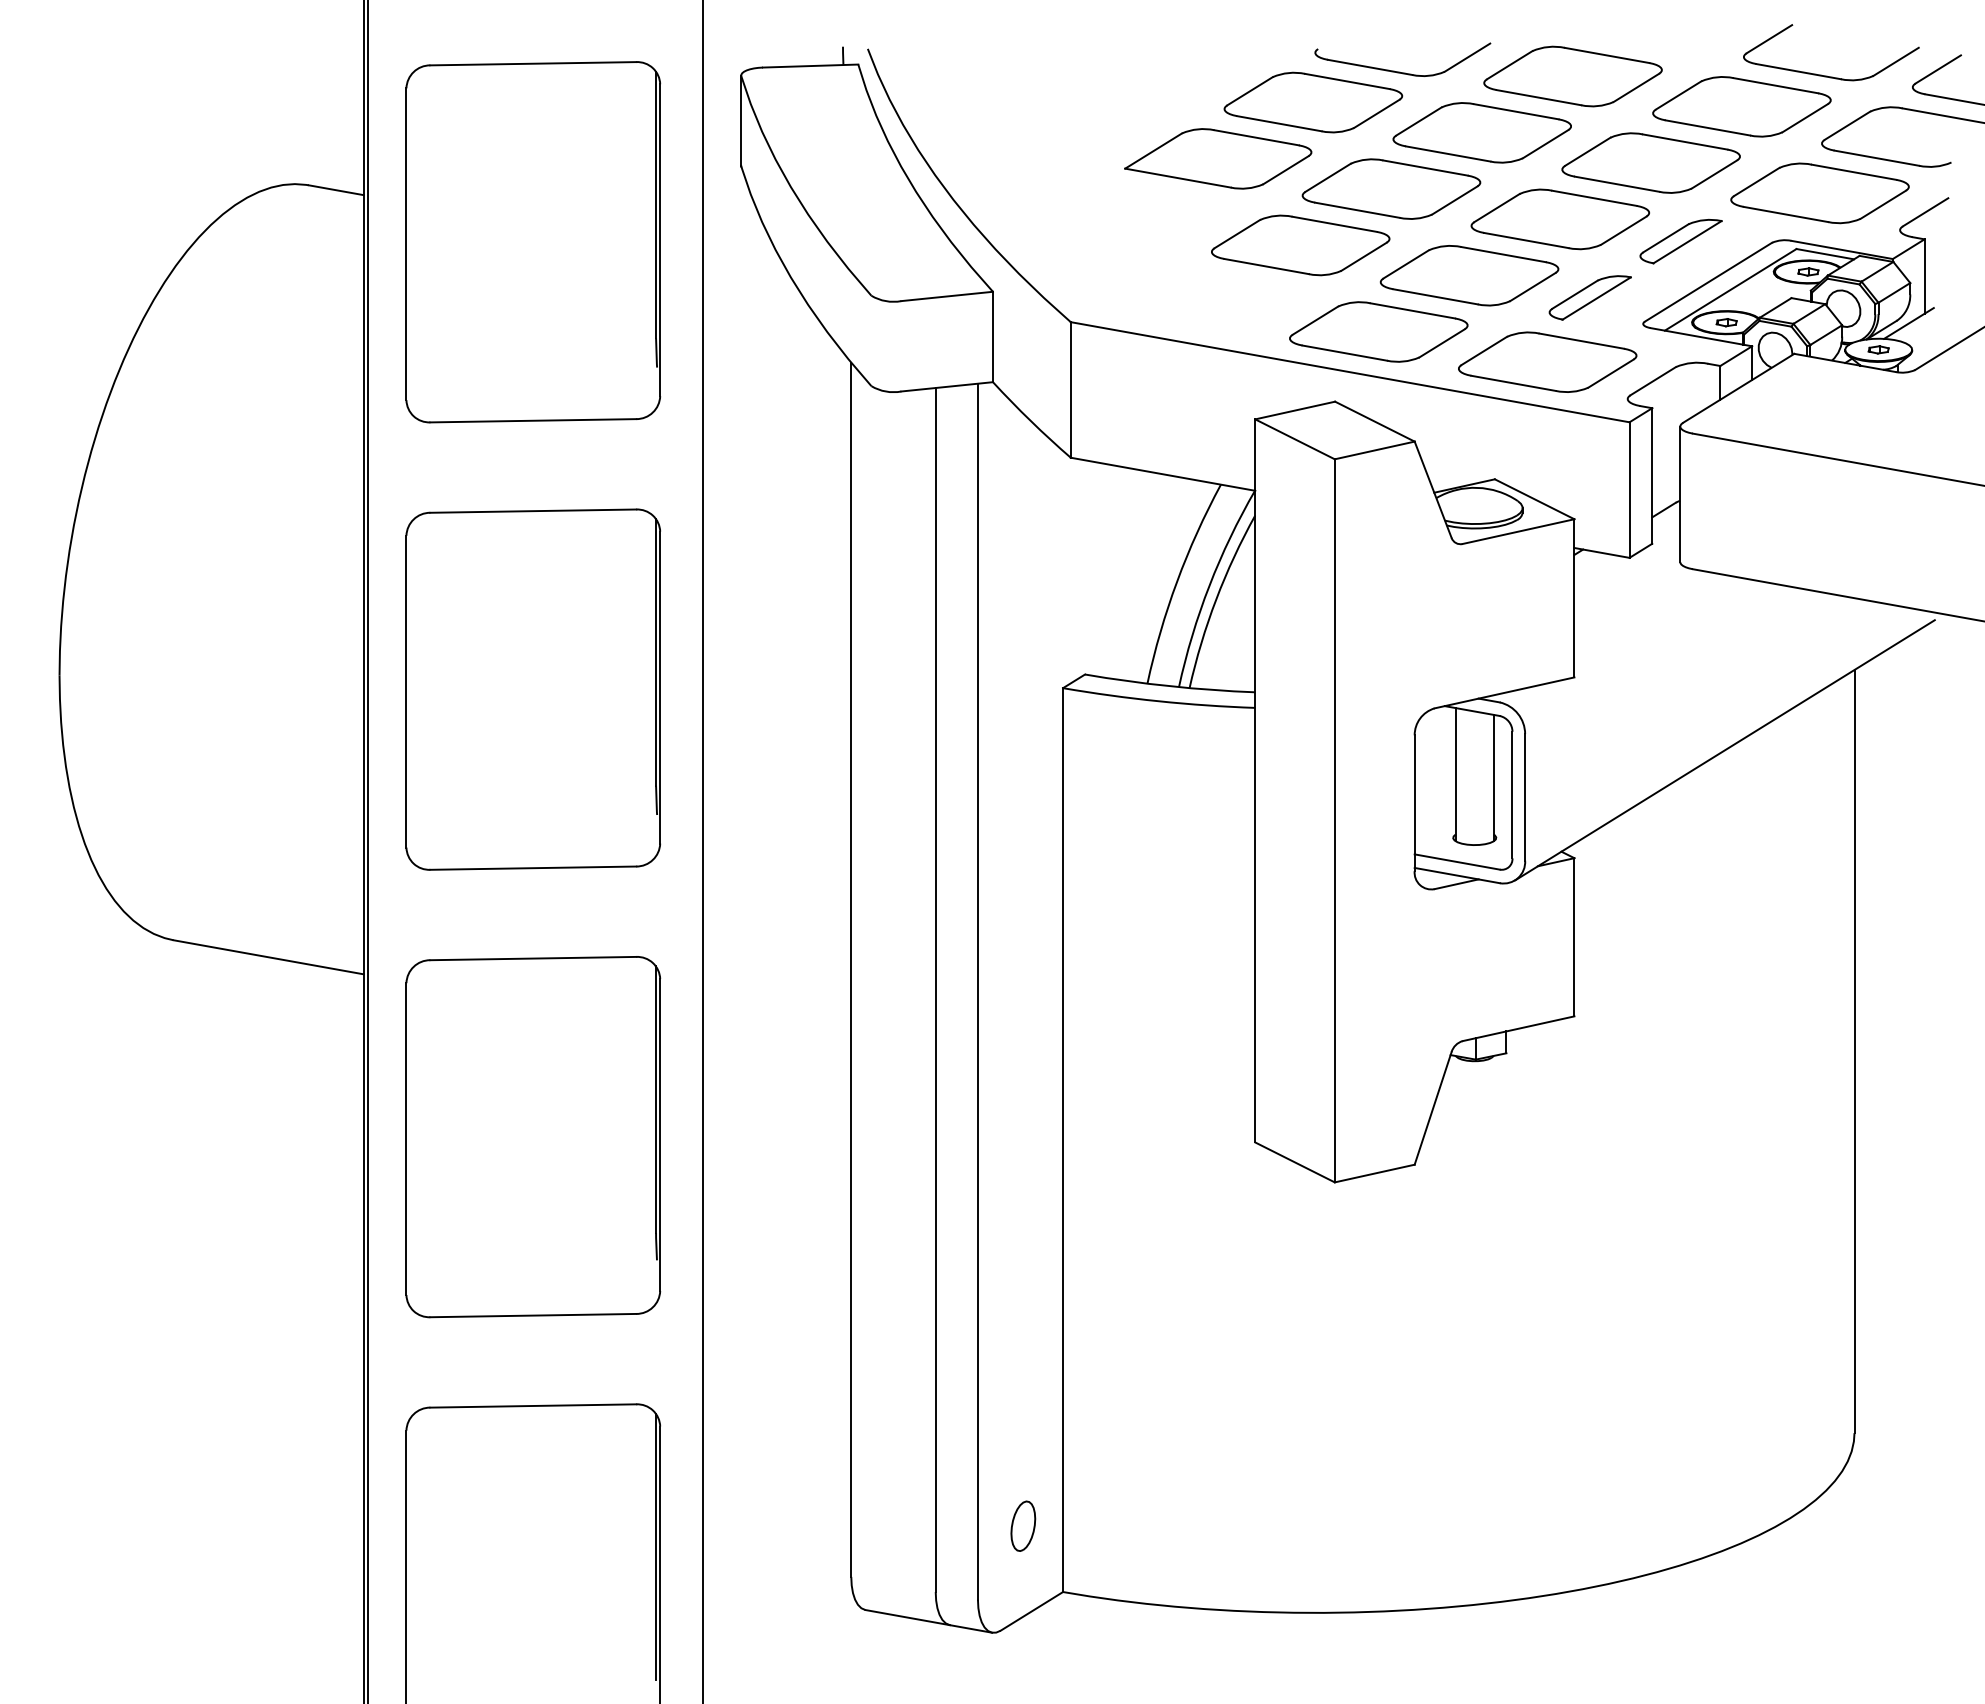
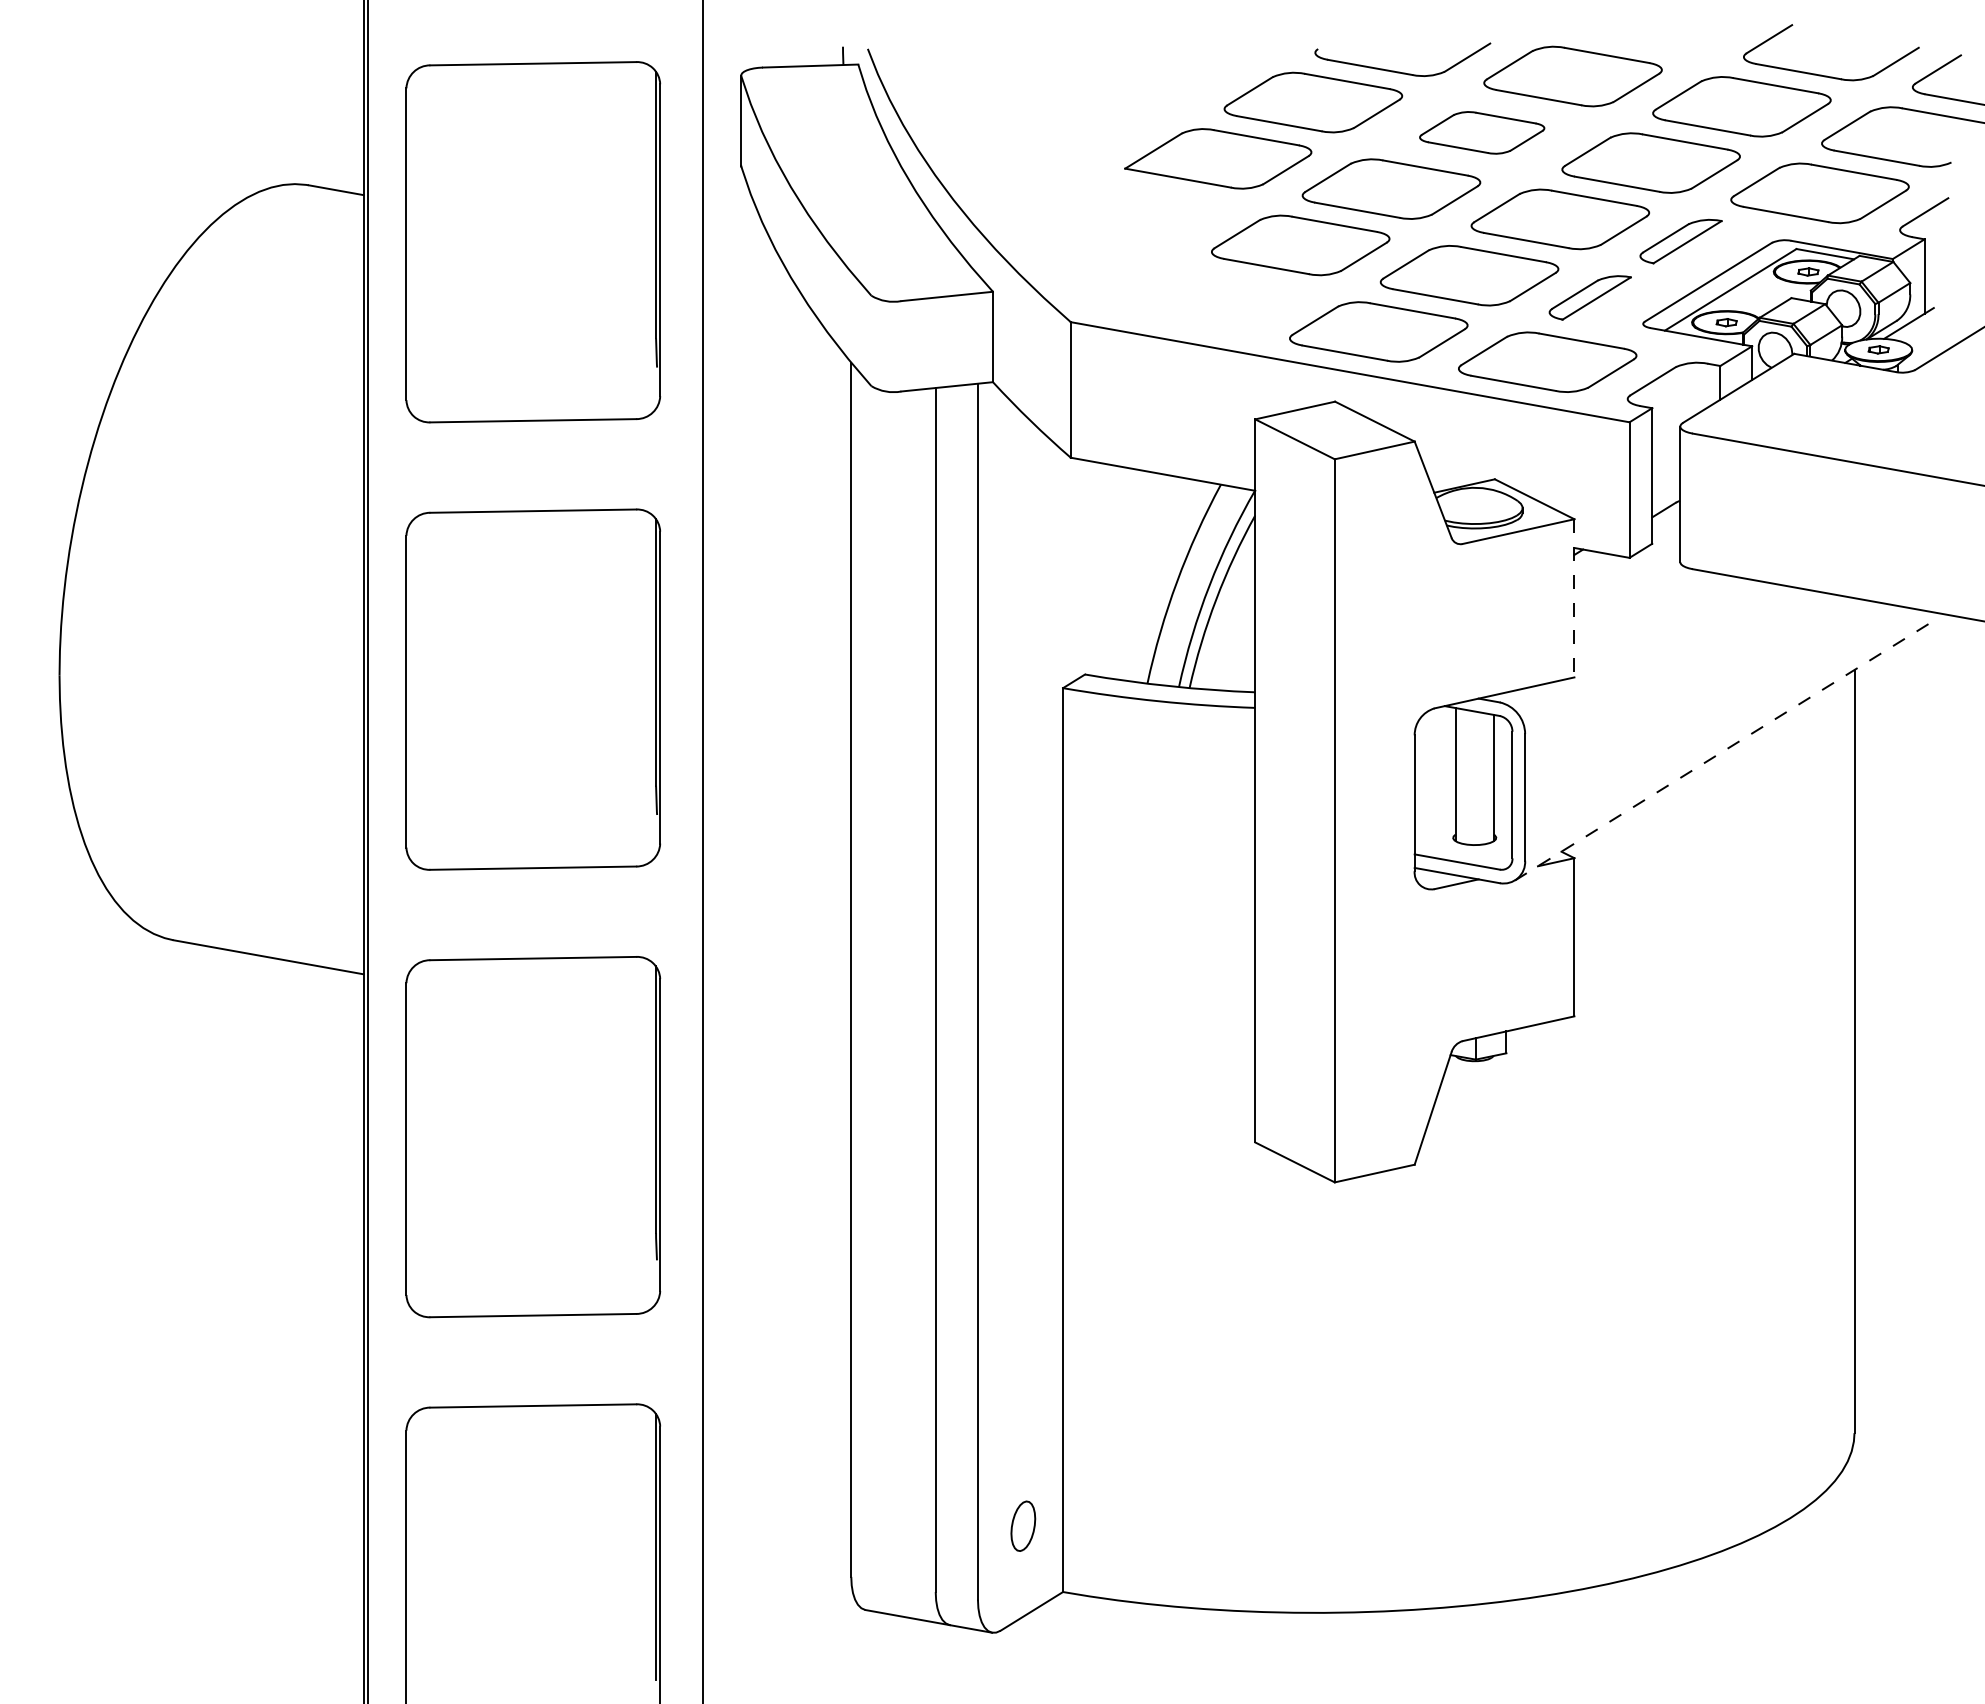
part at (1481, 132) size: 180x62 px -> 127x44 px
line at (1574, 598): solid -> dashed
line at (1725, 750): solid -> dashed
